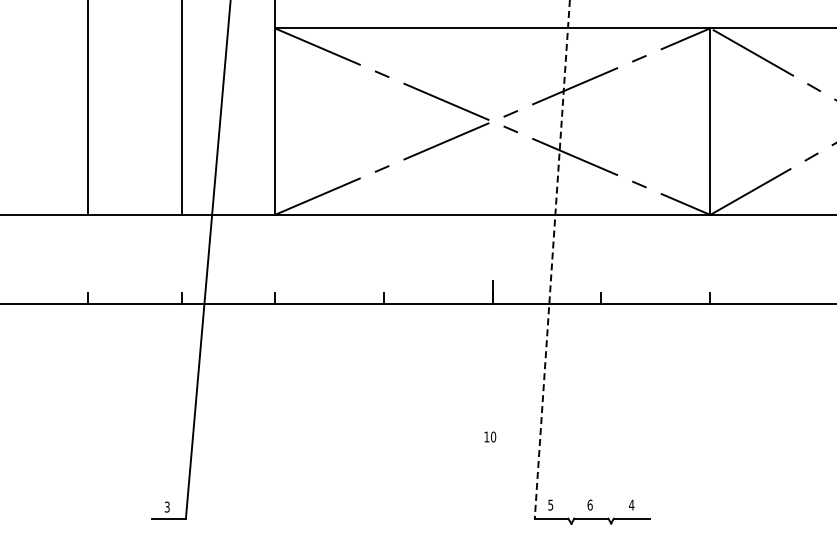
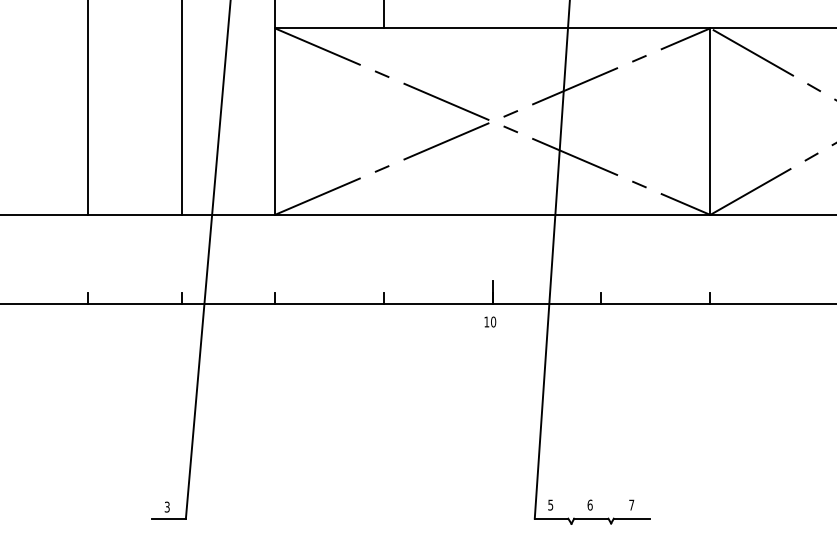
line at (383, 15): none -> present
line at (552, 259): dashed -> solid
text at (490, 436) position: (490, 436) -> (490, 321)
text at (631, 504): 4 -> 7
